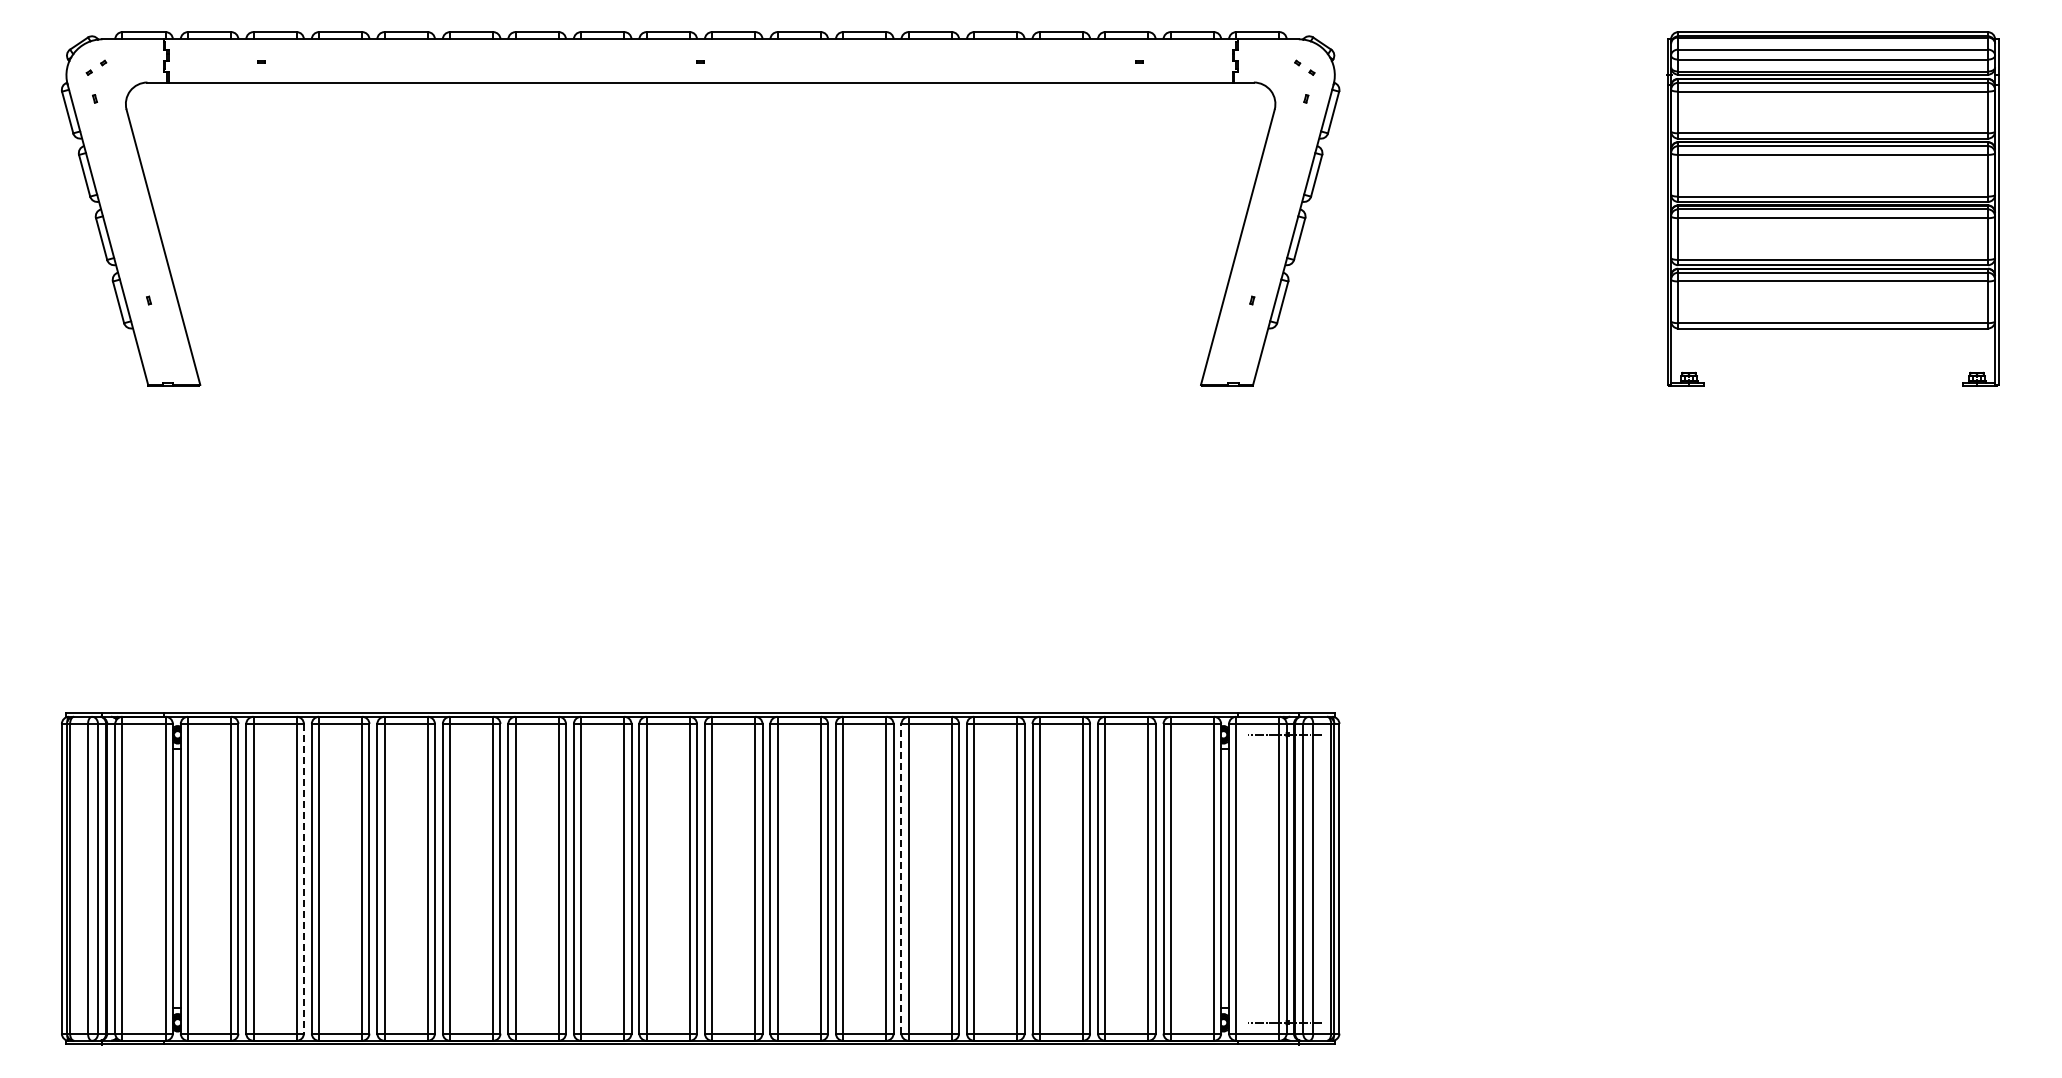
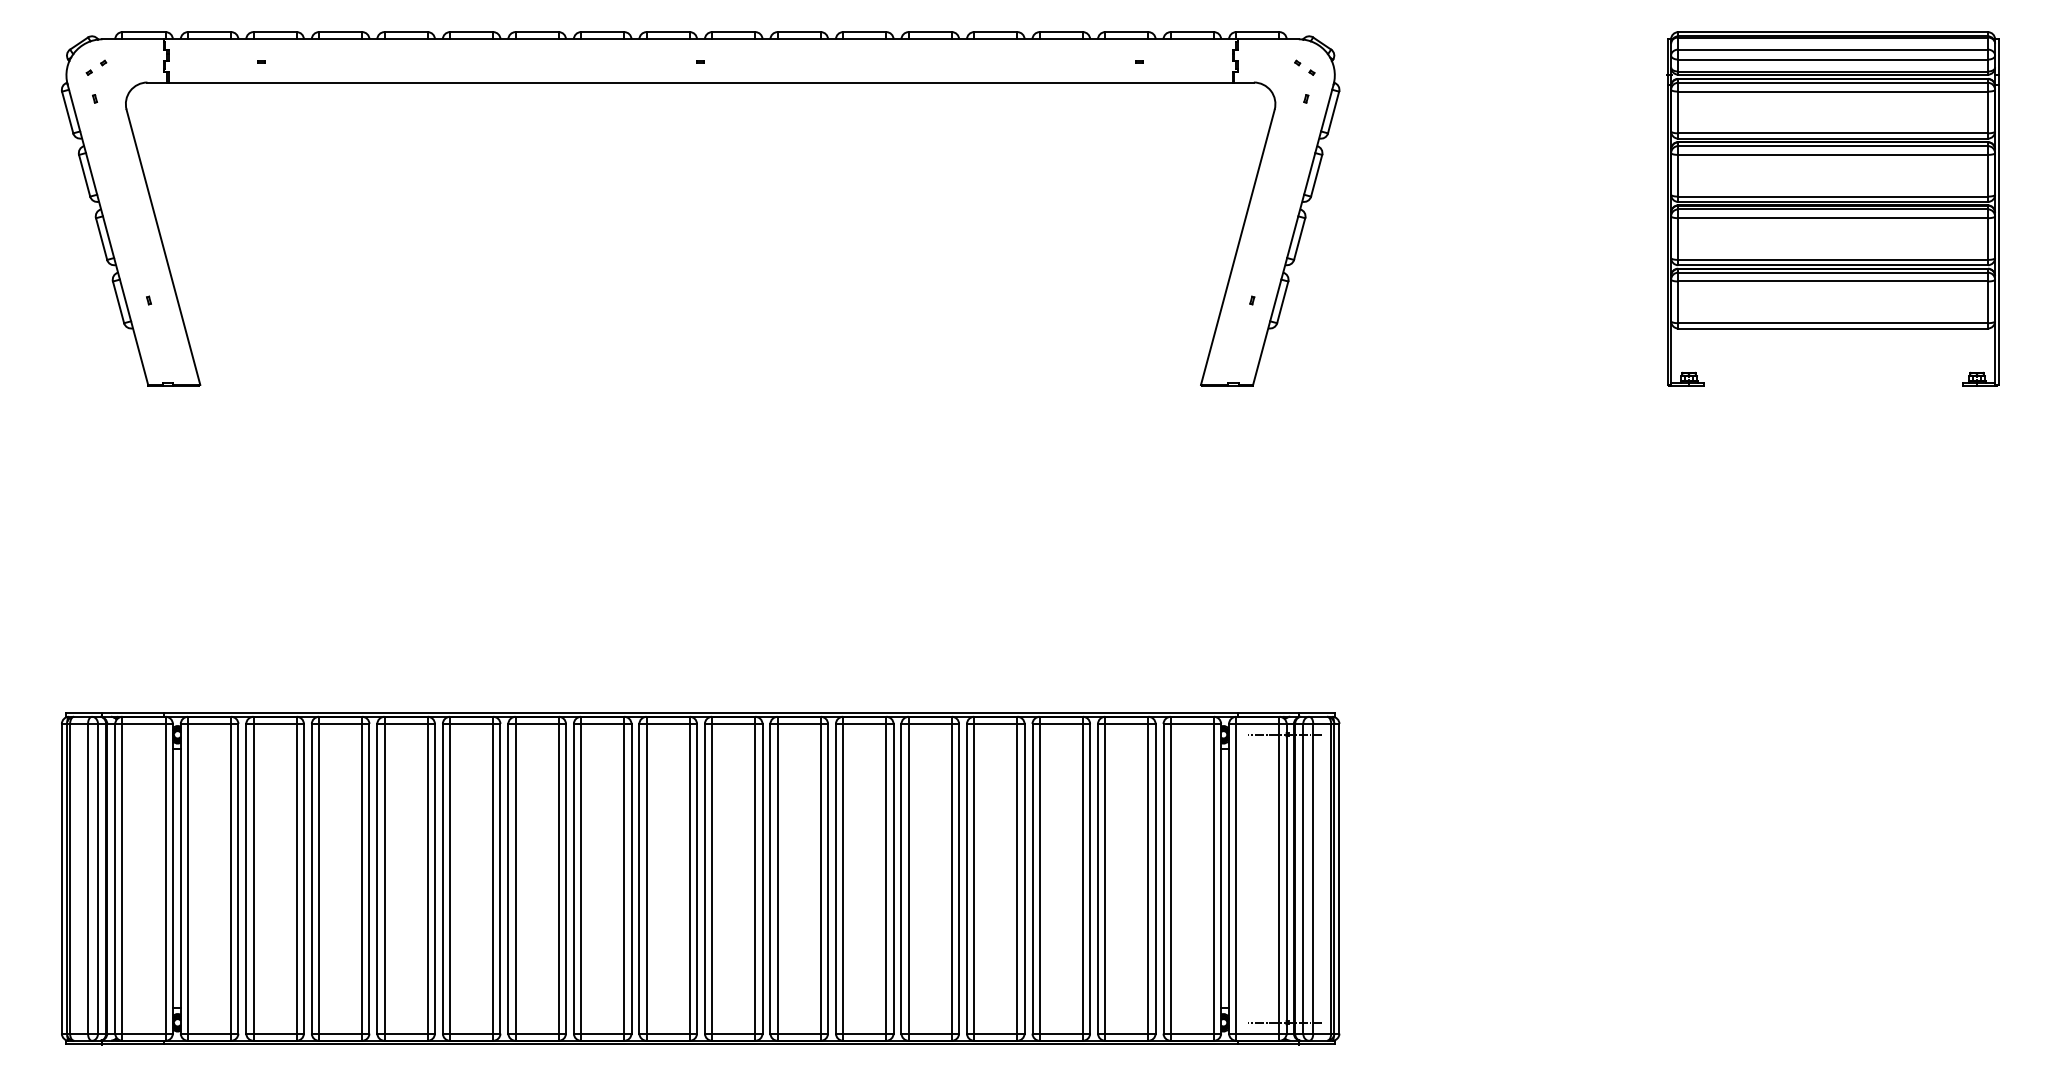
line at (303, 878): dashed -> solid
line at (901, 878): dashed -> solid
